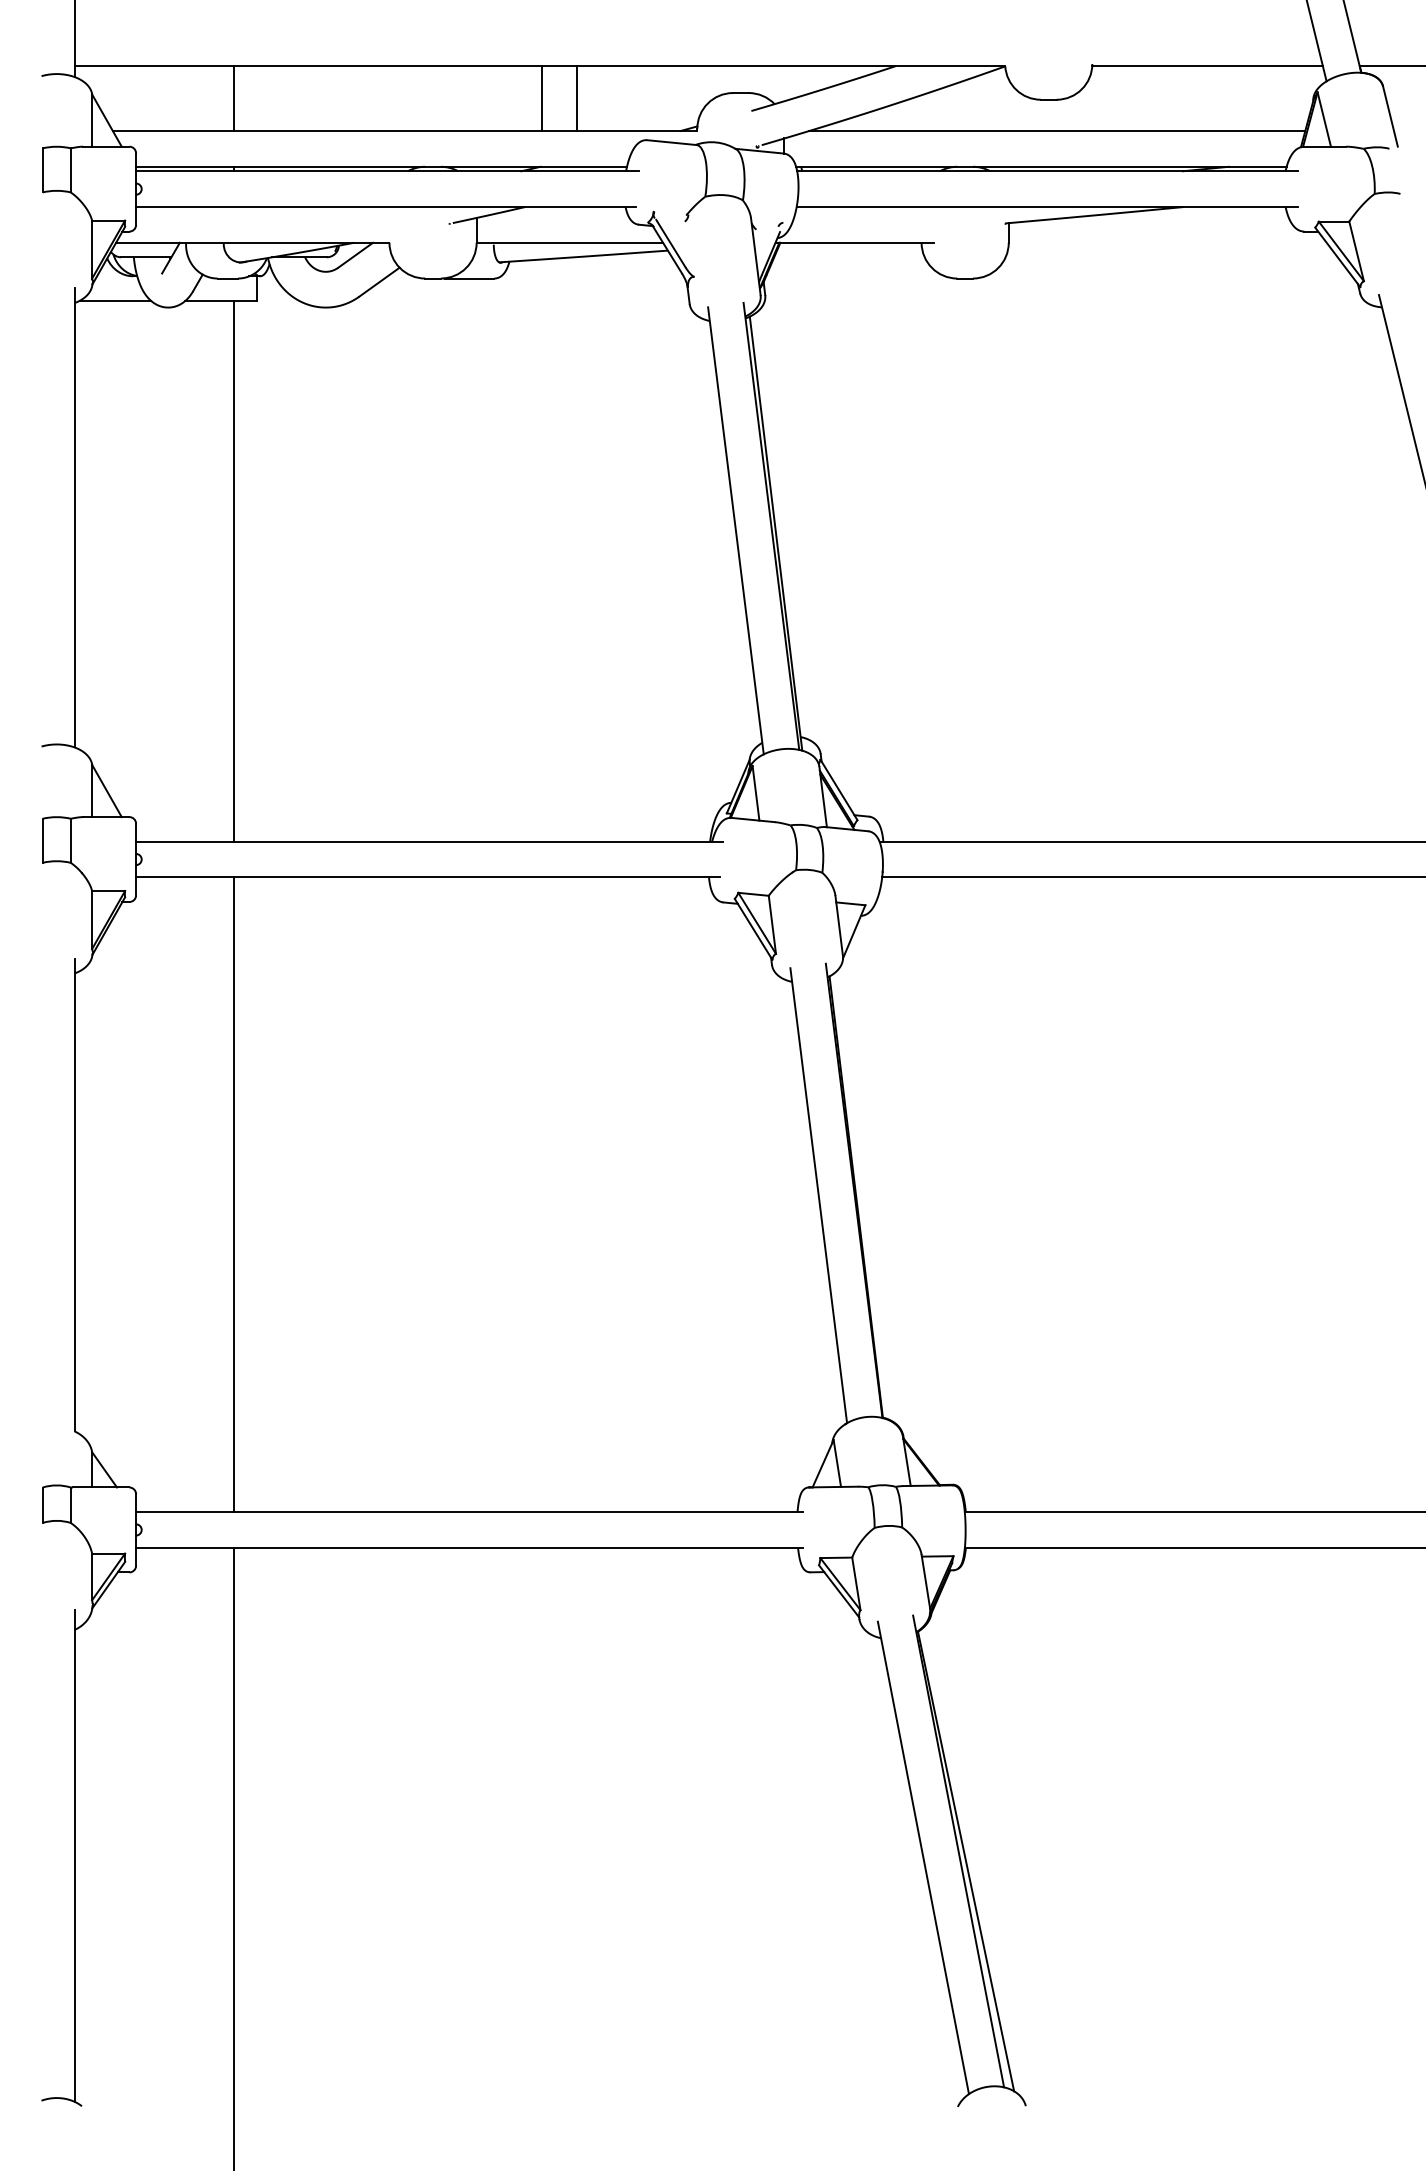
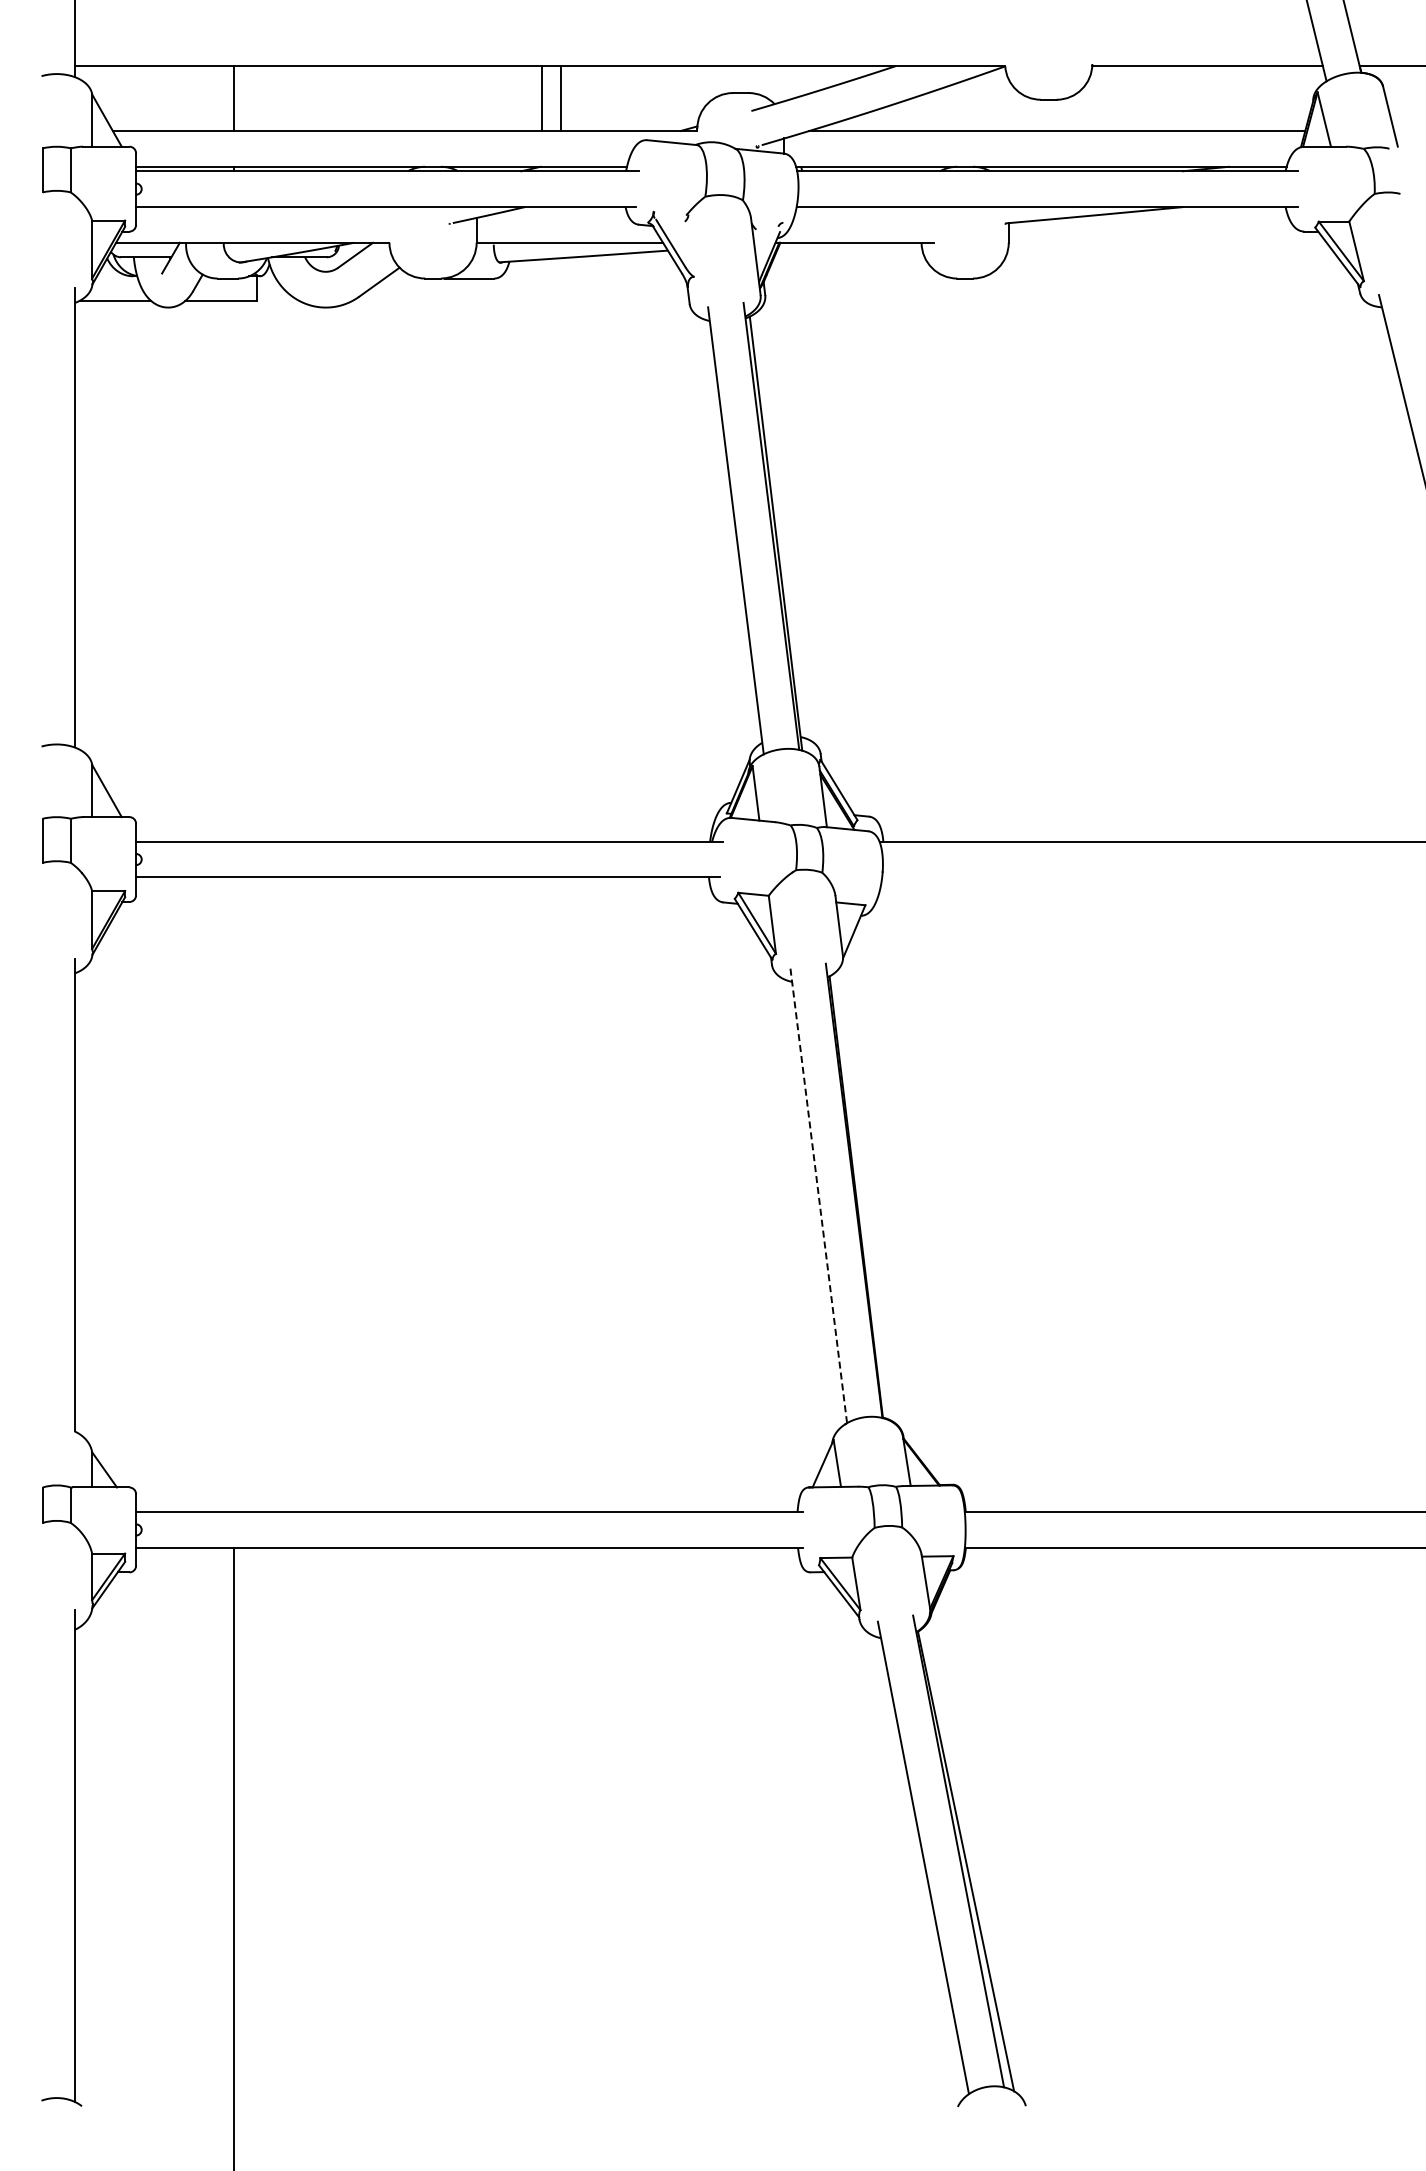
line at (577, 98) position: (577, 98) -> (561, 98)
line at (234, 570): present -> none
line at (1152, 877): present -> none
line at (234, 1194): present -> none
line at (818, 1195): solid -> dashed
